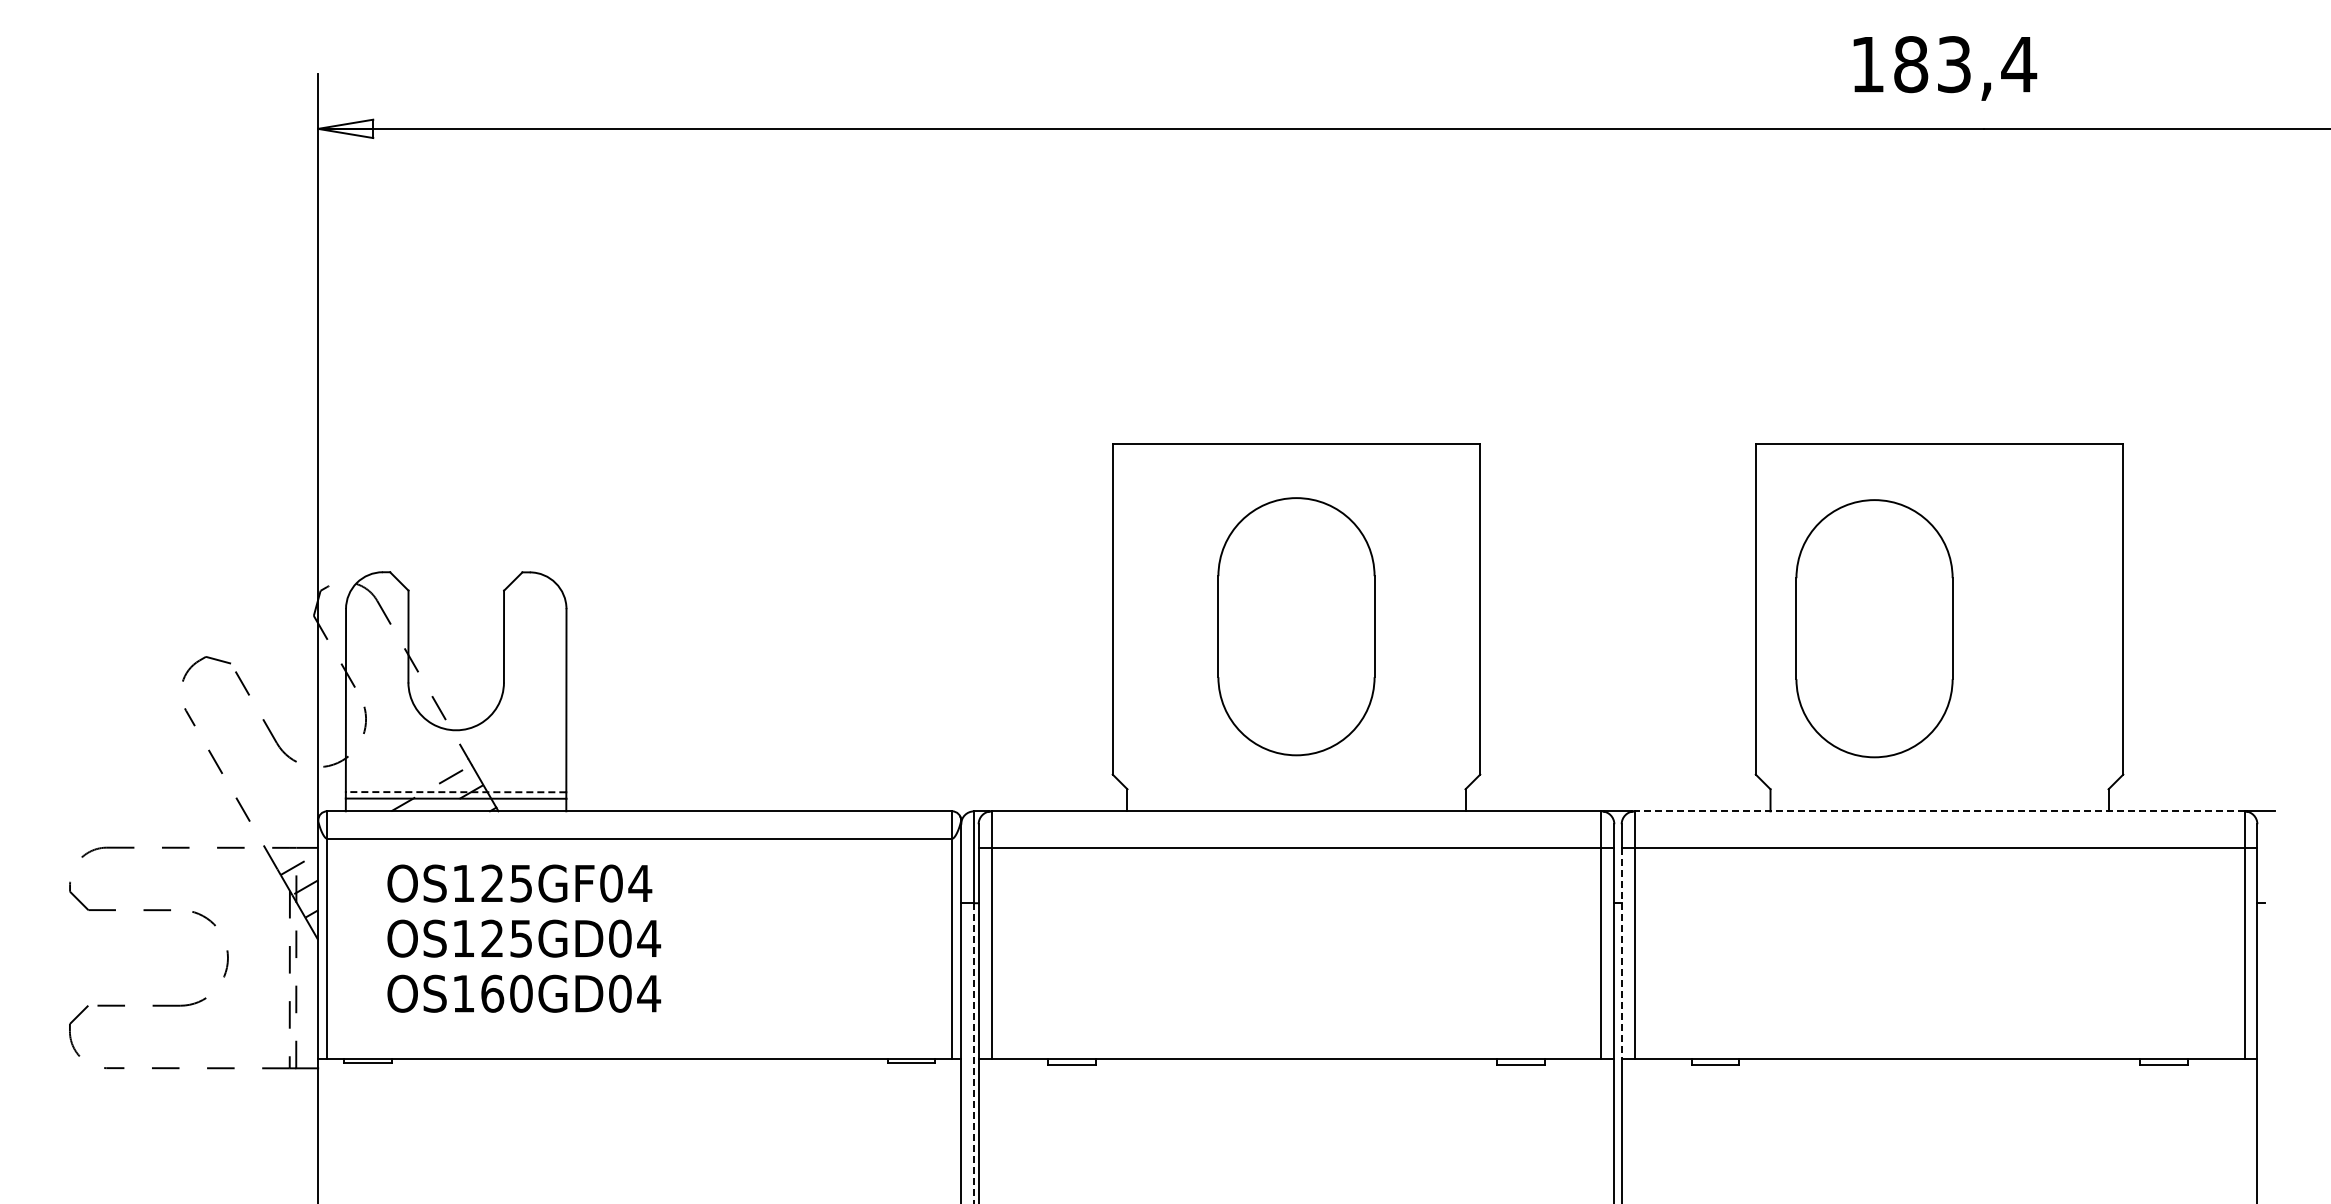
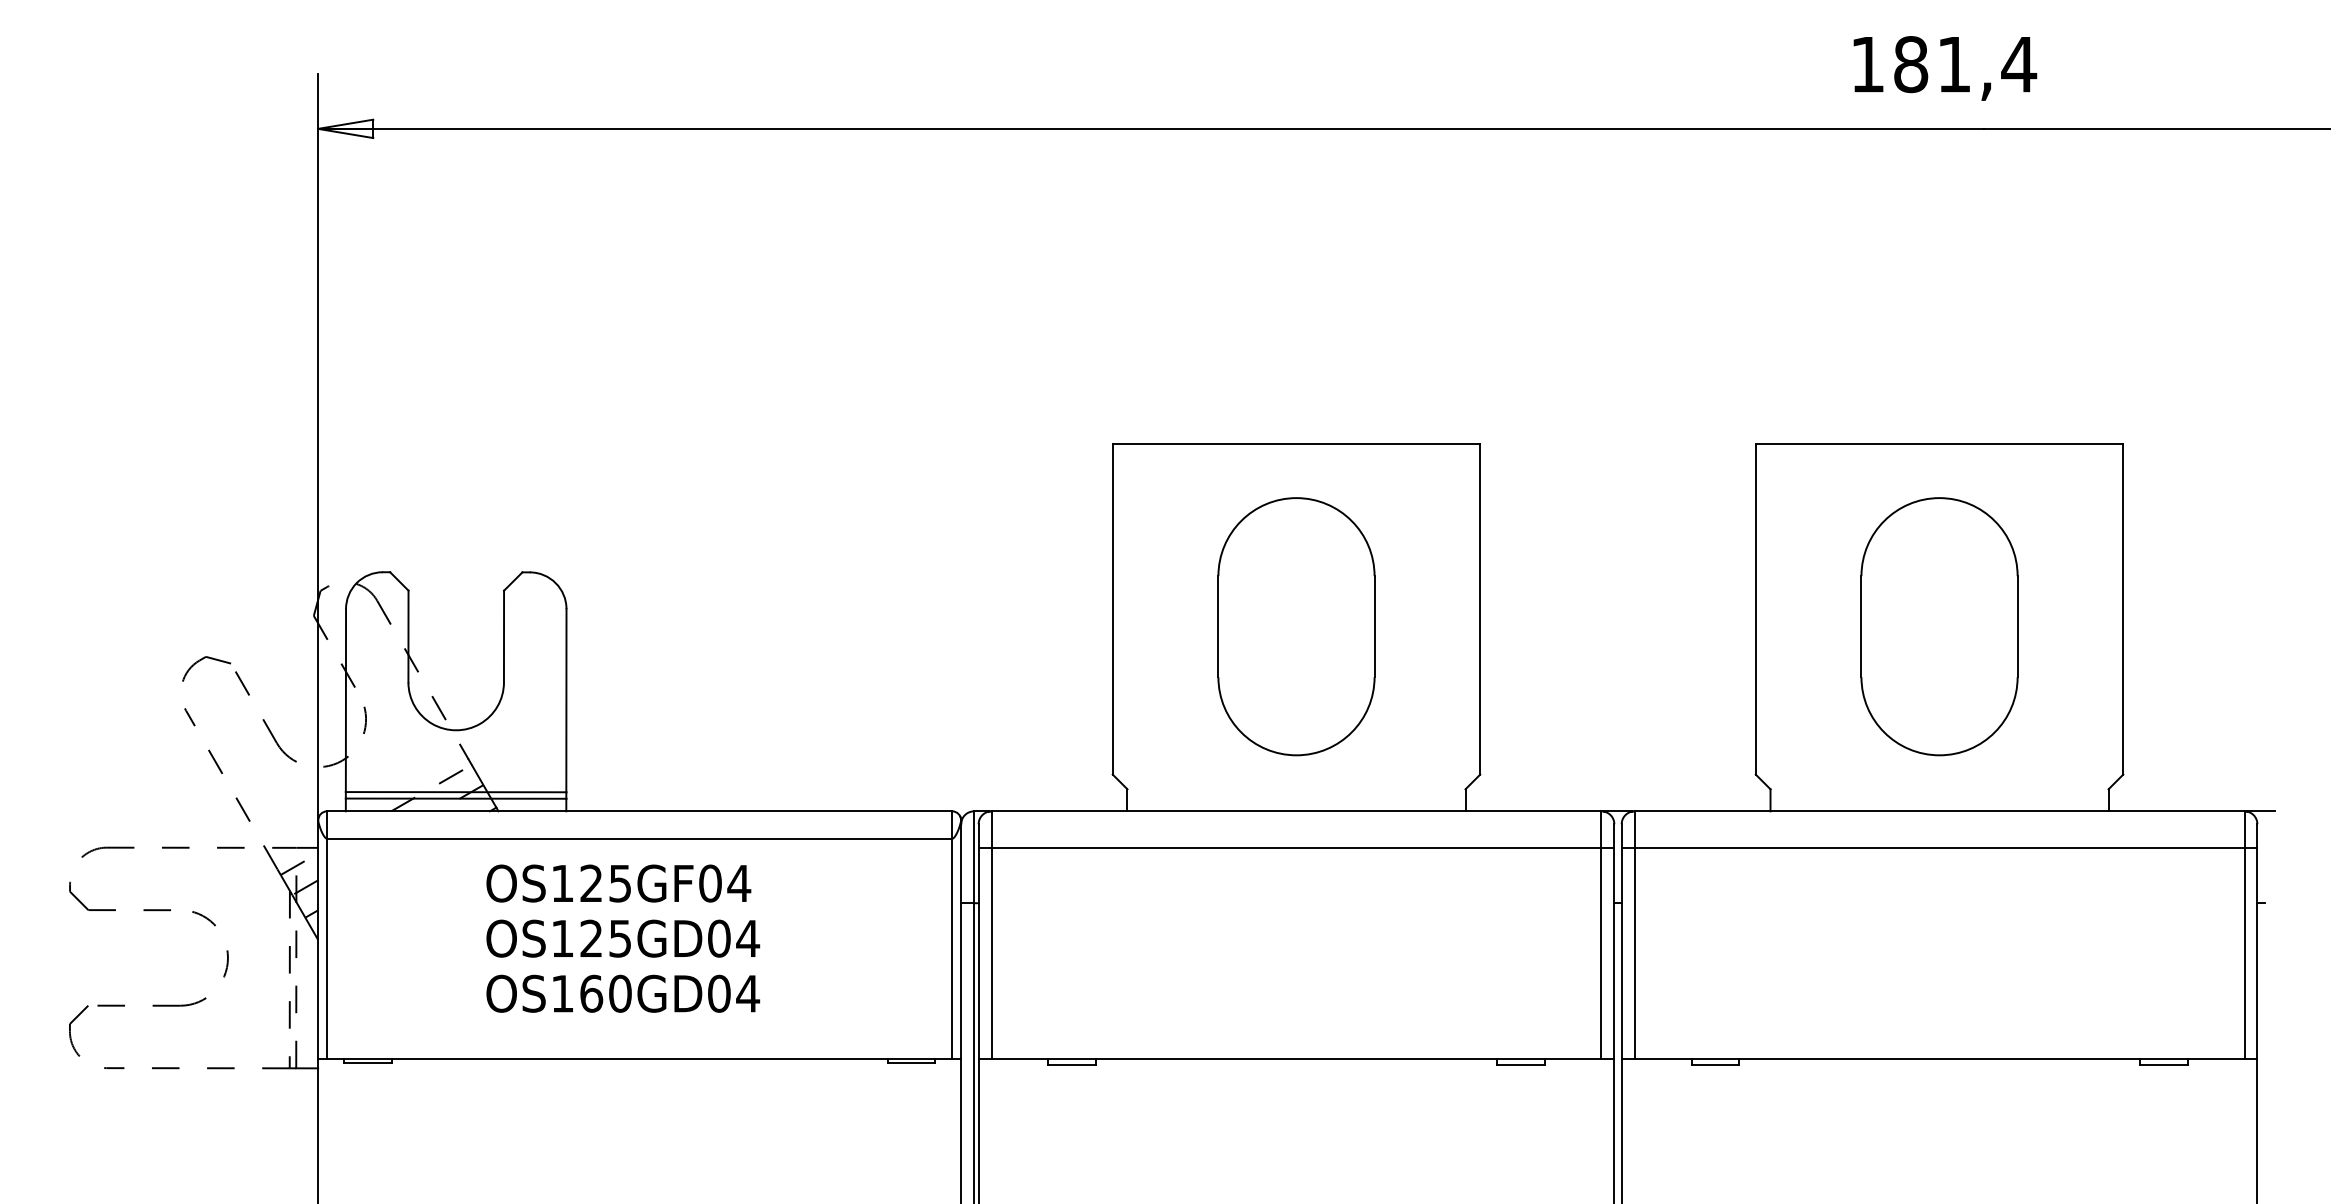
text at (1954, 64): 183,4 -> 181,4
part at (1874, 628) position: (1874, 628) -> (1939, 626)
line at (455, 792): dashed -> solid
line at (1939, 811): dashed -> solid
text at (524, 938) position: (524, 938) -> (623, 938)
line at (1621, 953): dashed -> solid
line at (974, 1053): dashed -> solid
